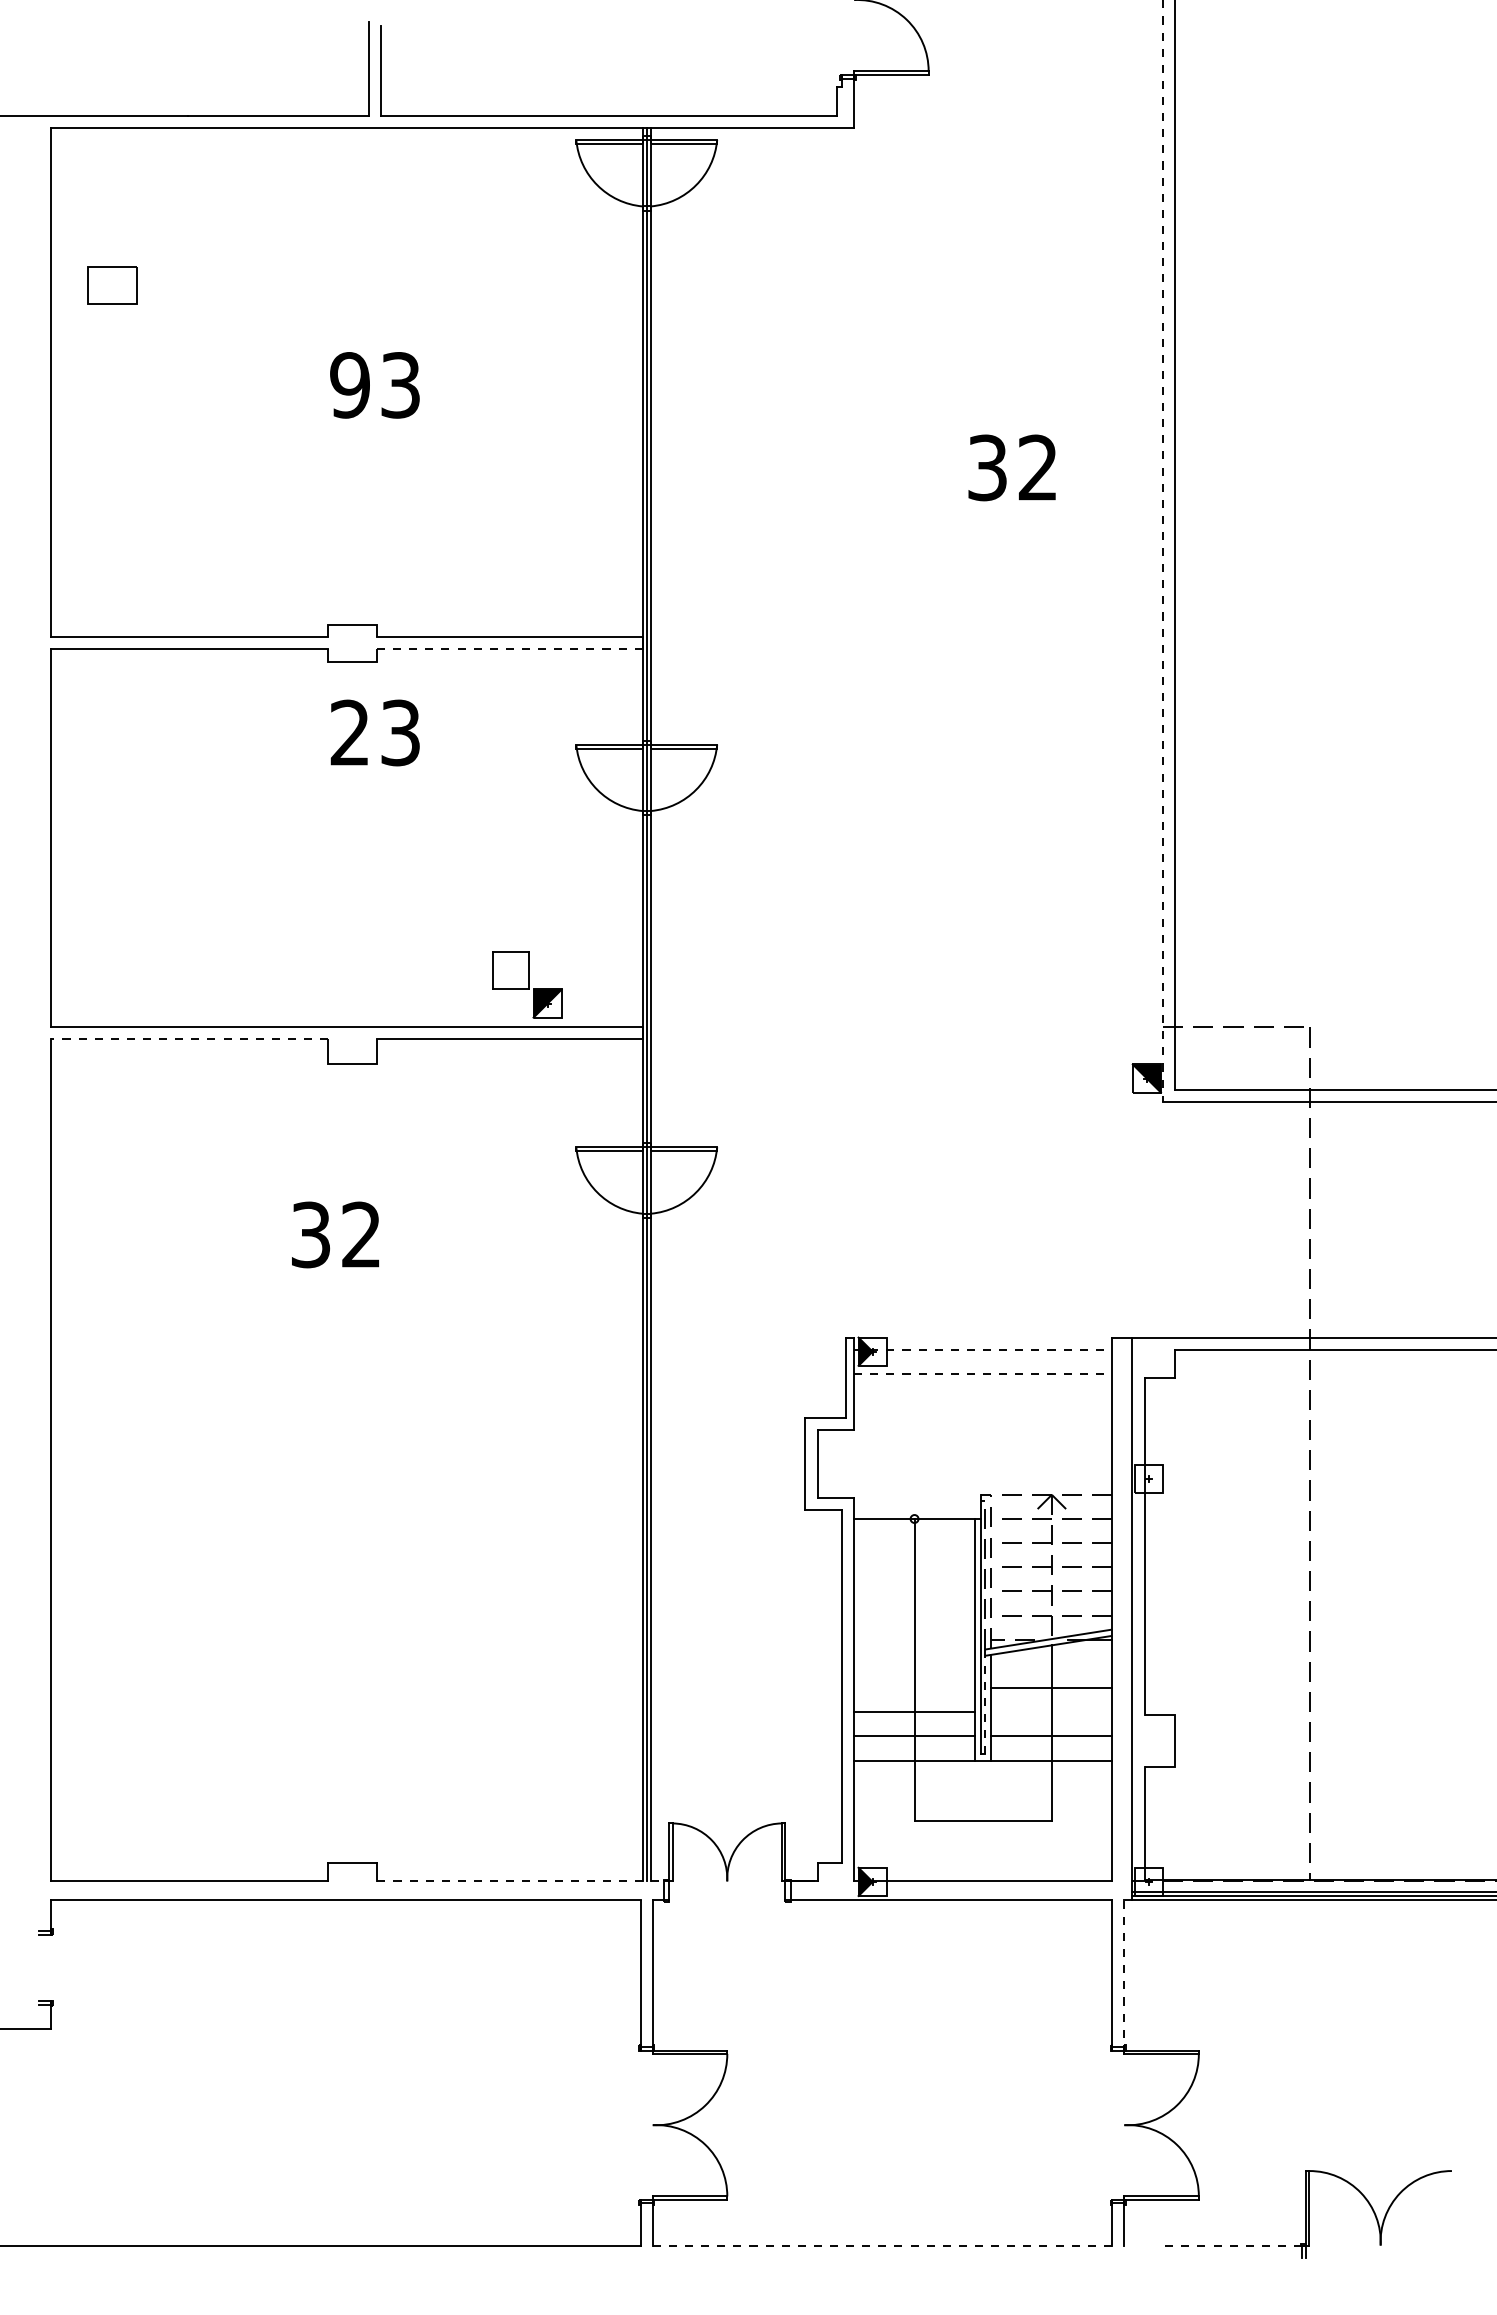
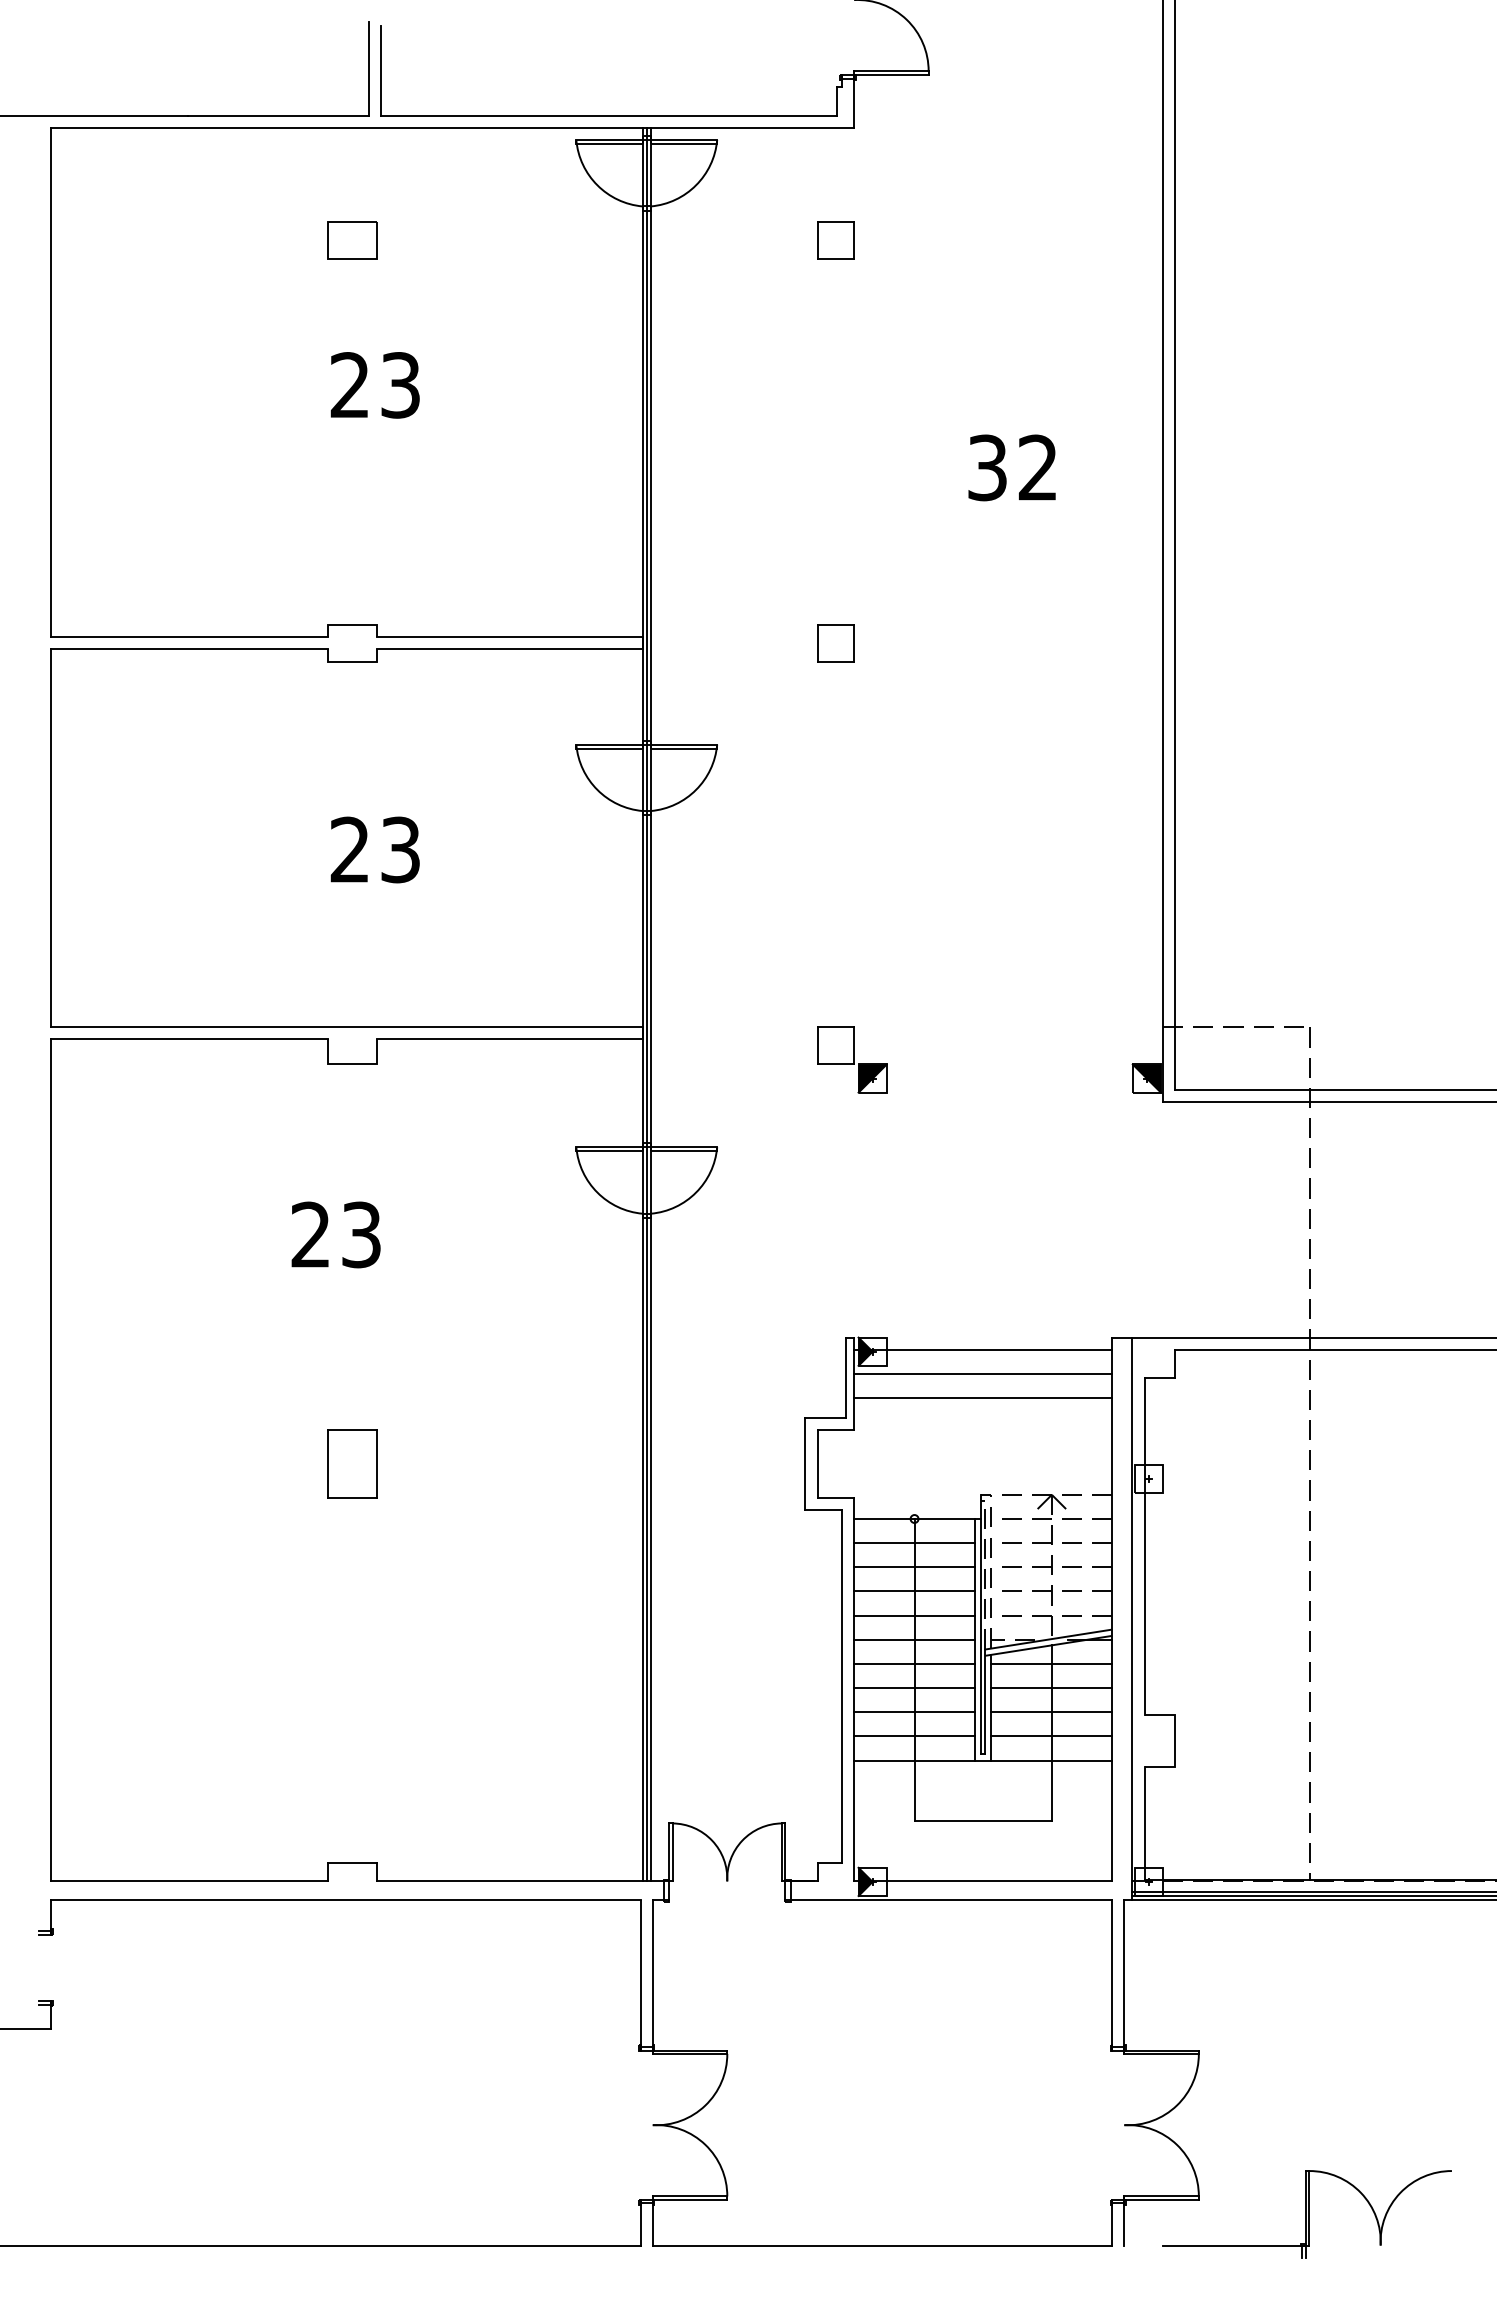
part at (835, 240): none -> present
part at (112, 285) position: (112, 285) -> (352, 240)
text at (349, 385): 93 -> 23
line at (1163, 551): dashed -> solid
part at (835, 643): none -> present
line at (510, 649): dashed -> solid
text at (374, 732) position: (374, 732) -> (374, 849)
part at (527, 984) position: (527, 984) -> (852, 1059)
line at (189, 1039): dashed -> solid
text at (335, 1234): 32 -> 23
line at (983, 1349): dashed -> solid
line at (983, 1374): dashed -> solid
line at (983, 1398): none -> present
part at (352, 1463): none -> present
line at (914, 1543): none -> present
line at (914, 1567): none -> present
line at (914, 1591): none -> present
line at (914, 1615): none -> present
line at (914, 1639): none -> present
line at (914, 1663): none -> present
line at (1051, 1663): none -> present
line at (914, 1688): none -> present
line at (985, 1701): dashed -> solid
line at (1051, 1712): none -> present
line at (521, 1881): dashed -> solid
line at (1124, 1976): dashed -> solid
line at (882, 2245): dashed -> solid
line at (1232, 2245): dashed -> solid
